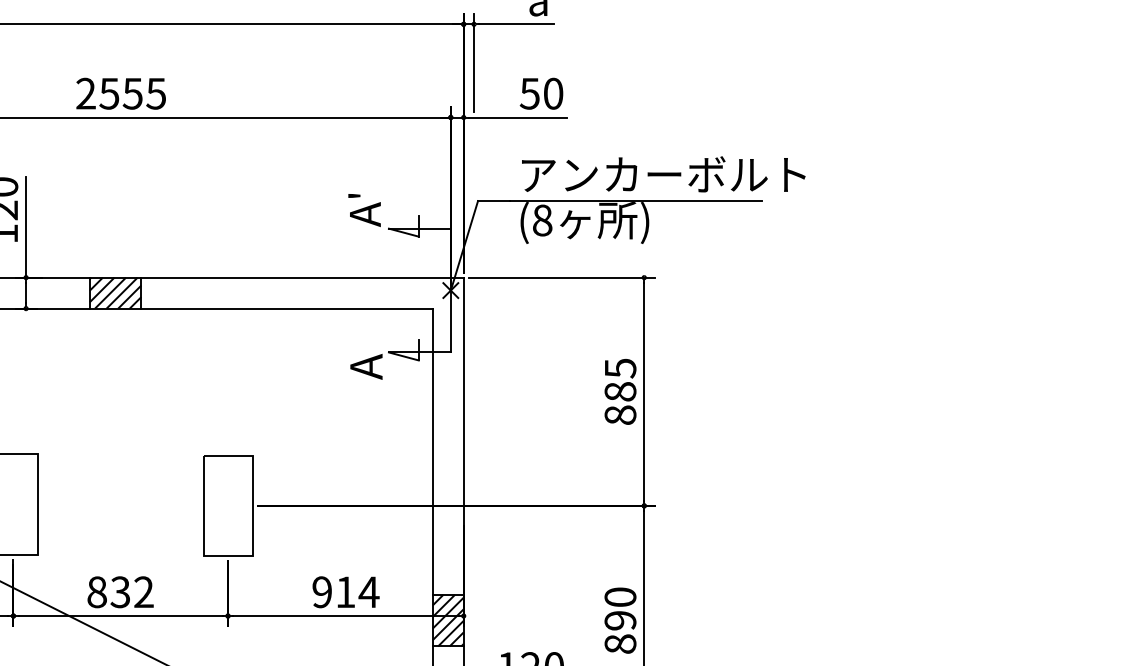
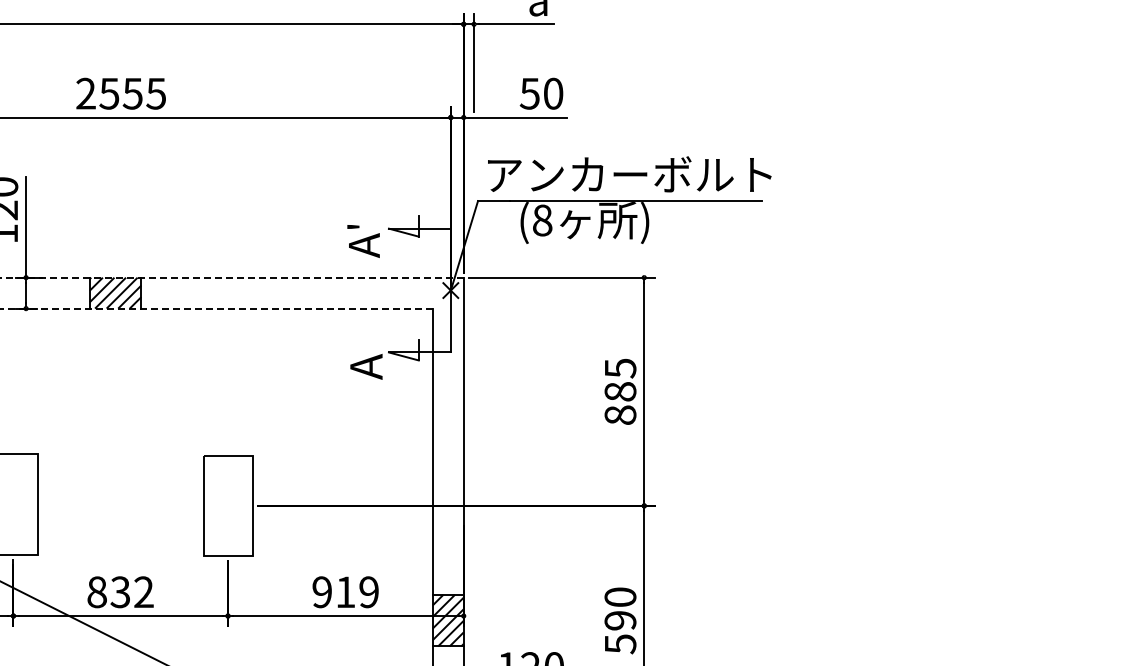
text at (663, 174) position: (663, 174) -> (629, 174)
text at (364, 210) position: (364, 210) -> (363, 241)
line at (231, 277): solid -> dashed
line at (216, 308): solid -> dashed
text at (368, 592): 914 -> 919
text at (620, 644): 890 -> 590
